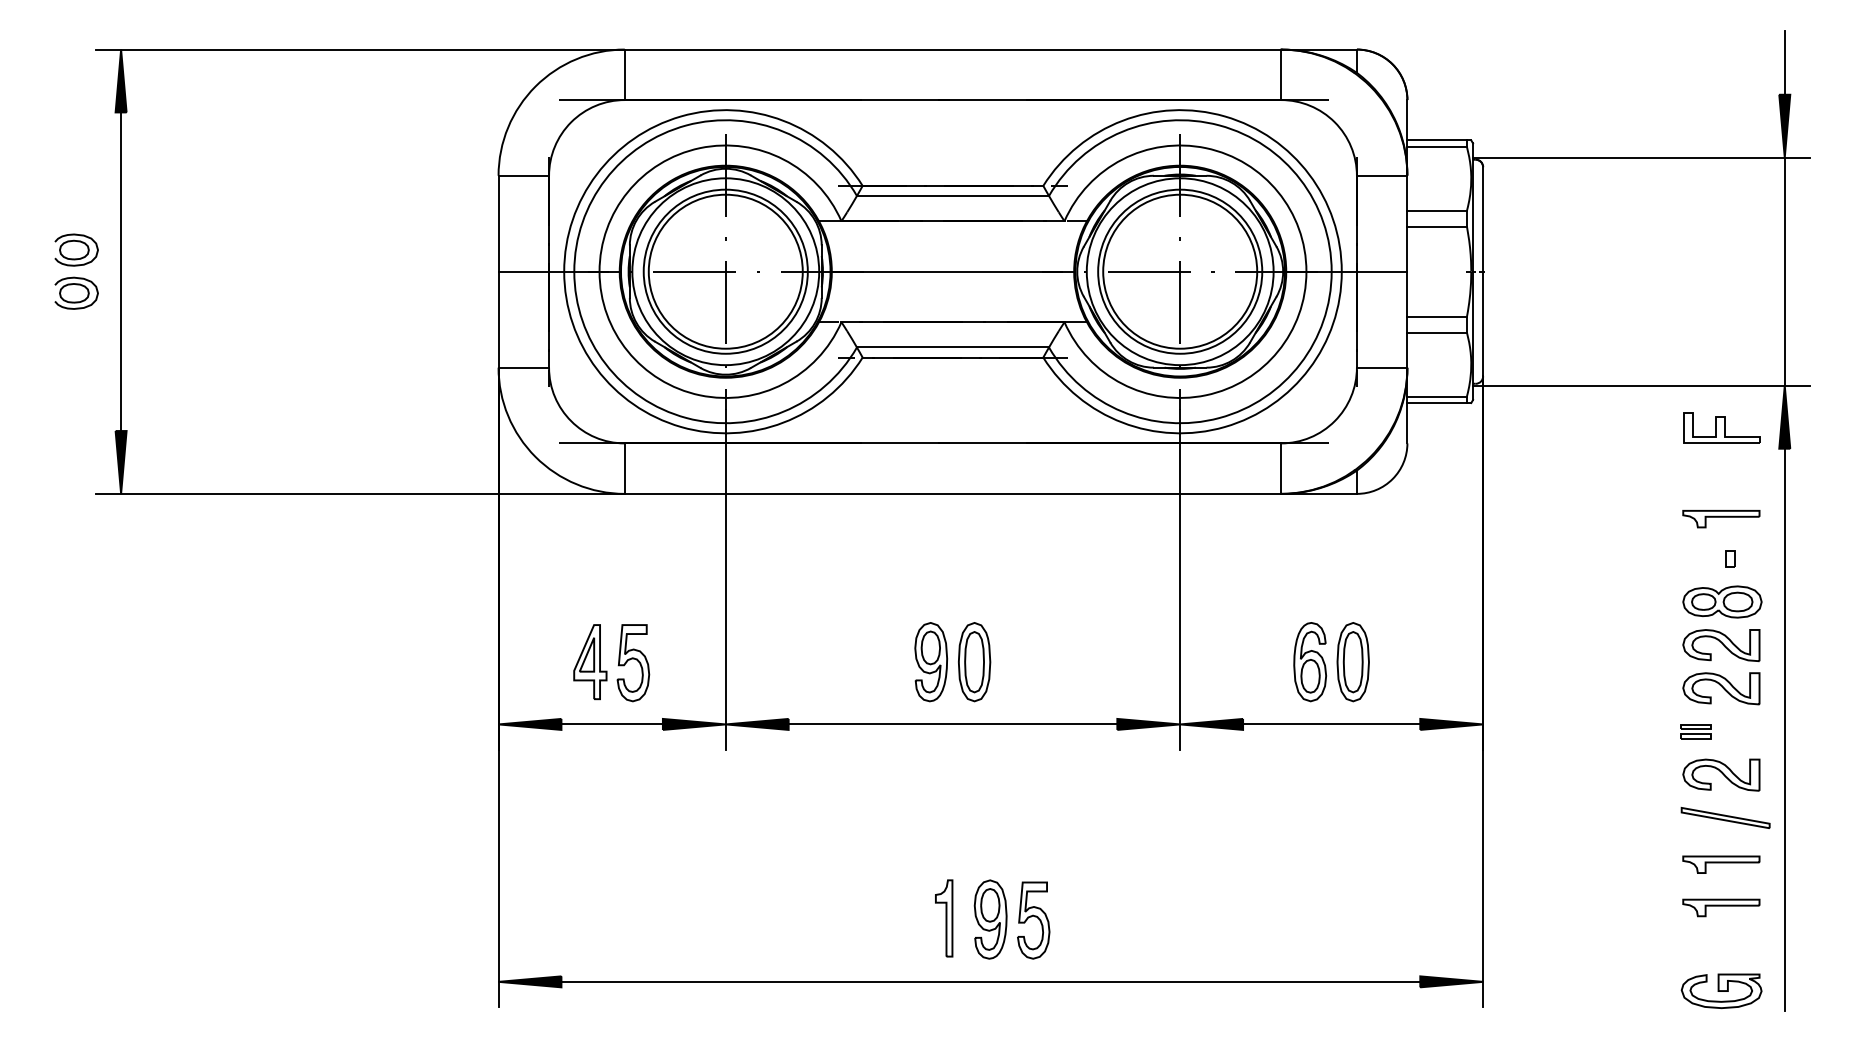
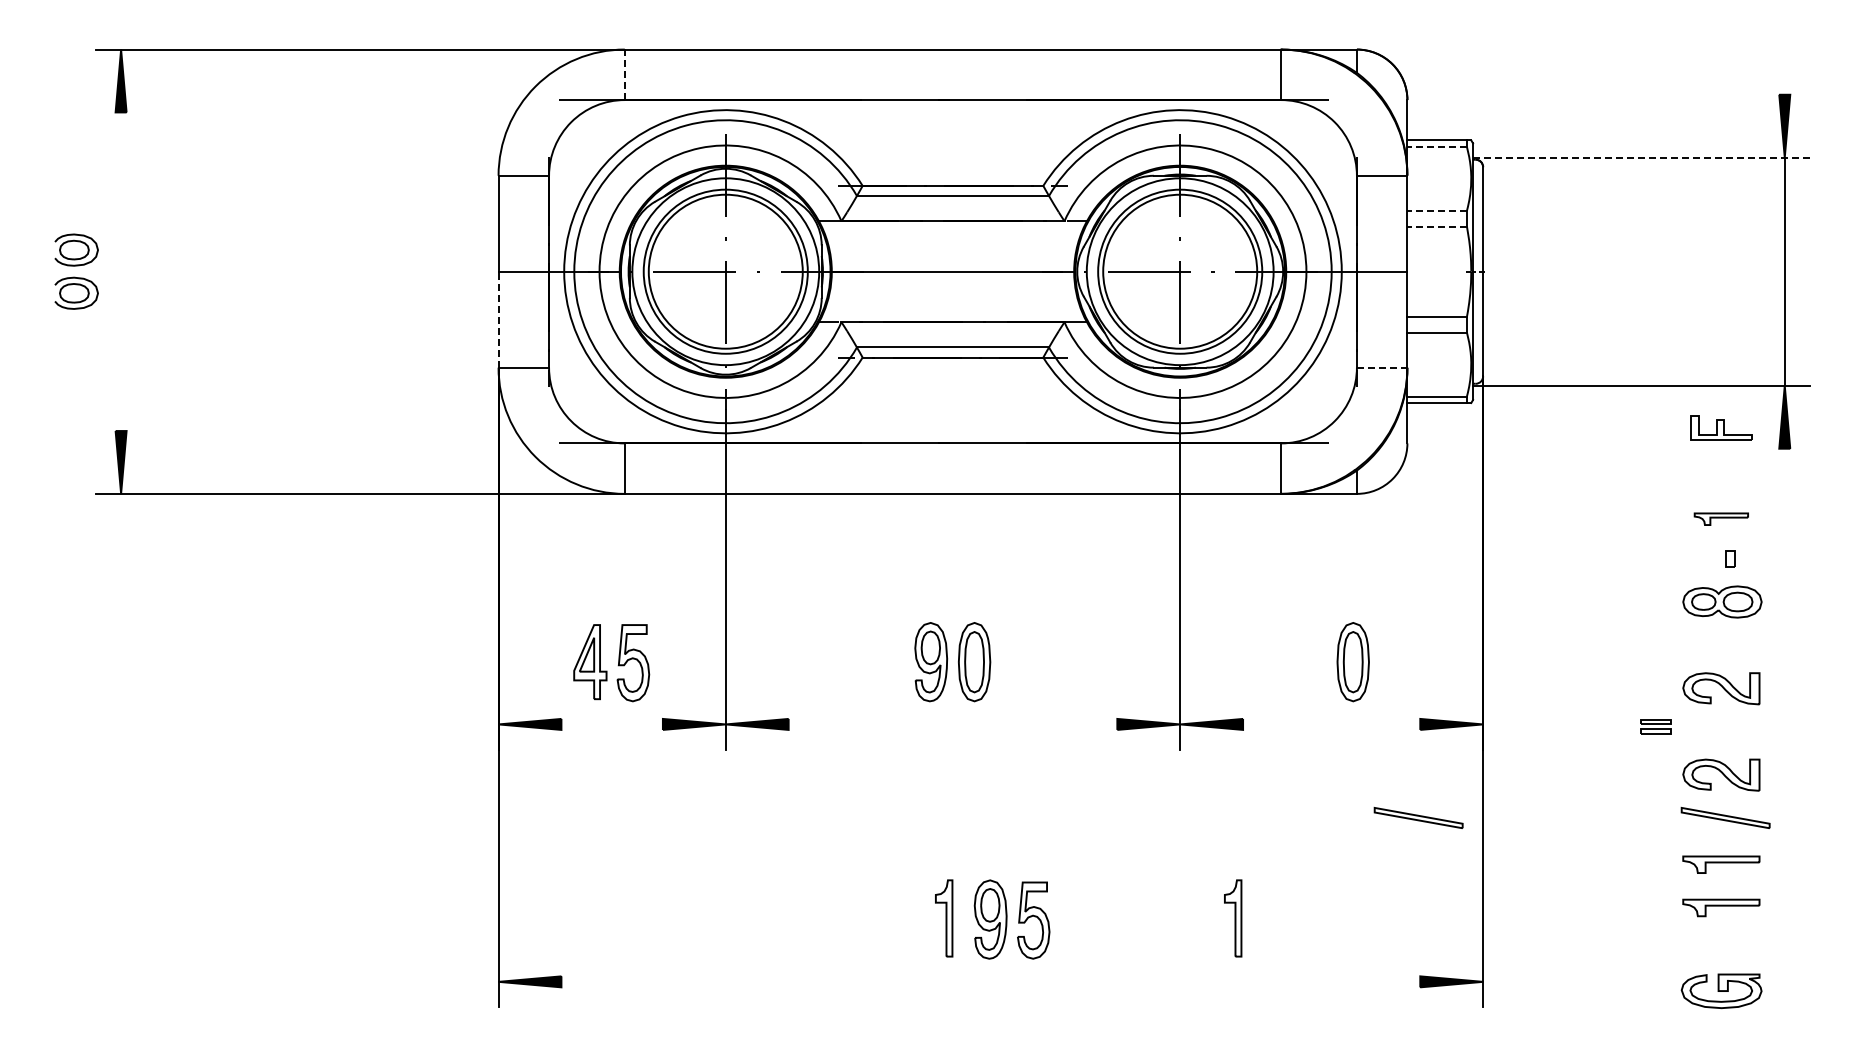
line at (1784, 62): present -> none
line at (624, 74): solid -> dashed
line at (1437, 146): solid -> dashed
line at (1642, 157): solid -> dashed
line at (1437, 210): solid -> dashed
line at (1437, 226): solid -> dashed
line at (121, 271): present -> none
line at (498, 319): solid -> dashed
line at (1382, 367): solid -> dashed
part at (1721, 427) size: 78x32 px -> 63x26 px
part at (1721, 519) size: 79x19 px -> 56x14 px
part at (1721, 645): present -> none
part at (1309, 662): present -> none
line at (611, 724): present -> none
line at (952, 724): present -> none
line at (1331, 724): present -> none
line at (1784, 729): present -> none
part at (1695, 731) position: (1695, 731) -> (1655, 726)
part at (1418, 817): none -> present
part at (1233, 918): none -> present
line at (990, 981): present -> none
